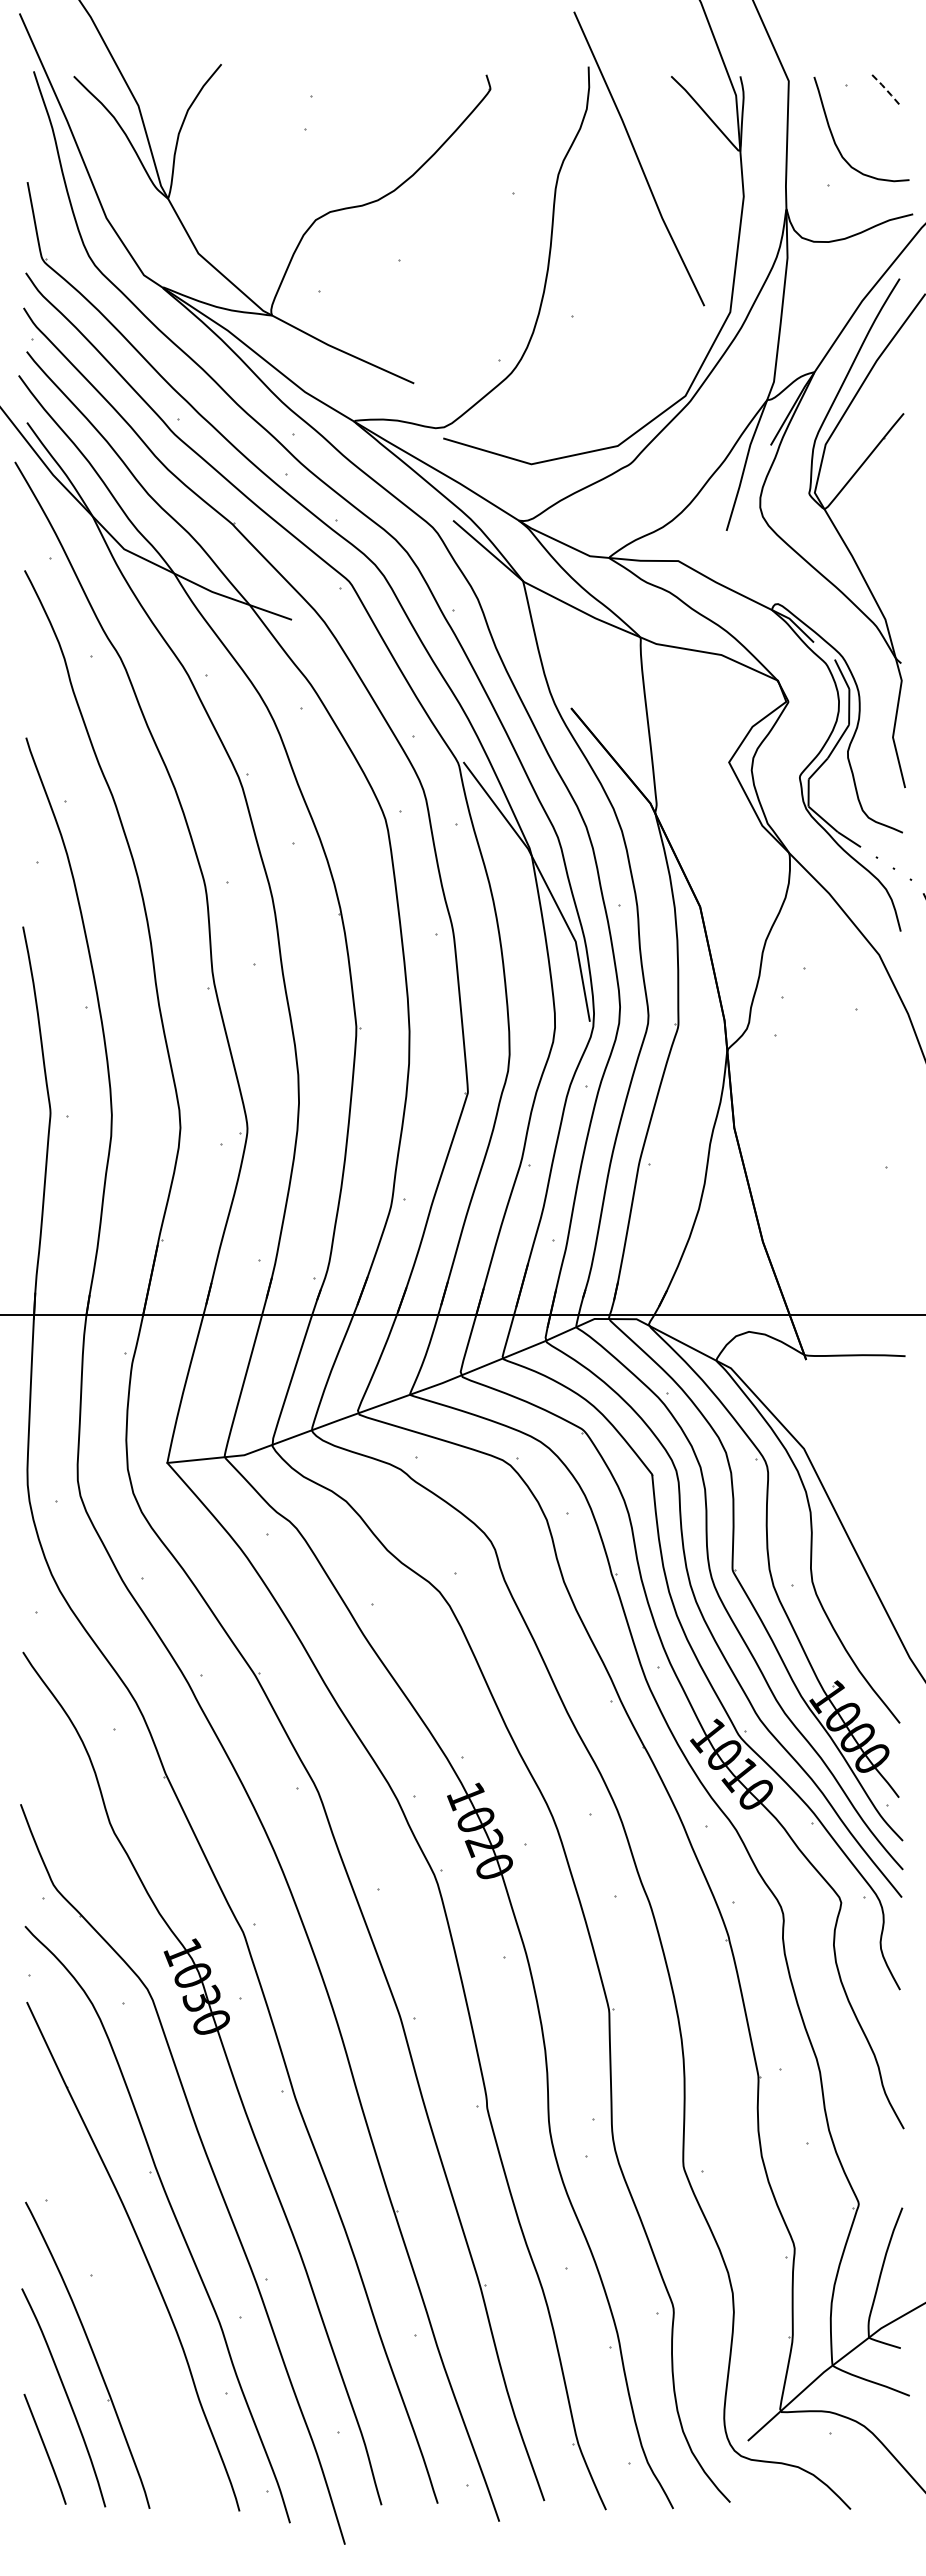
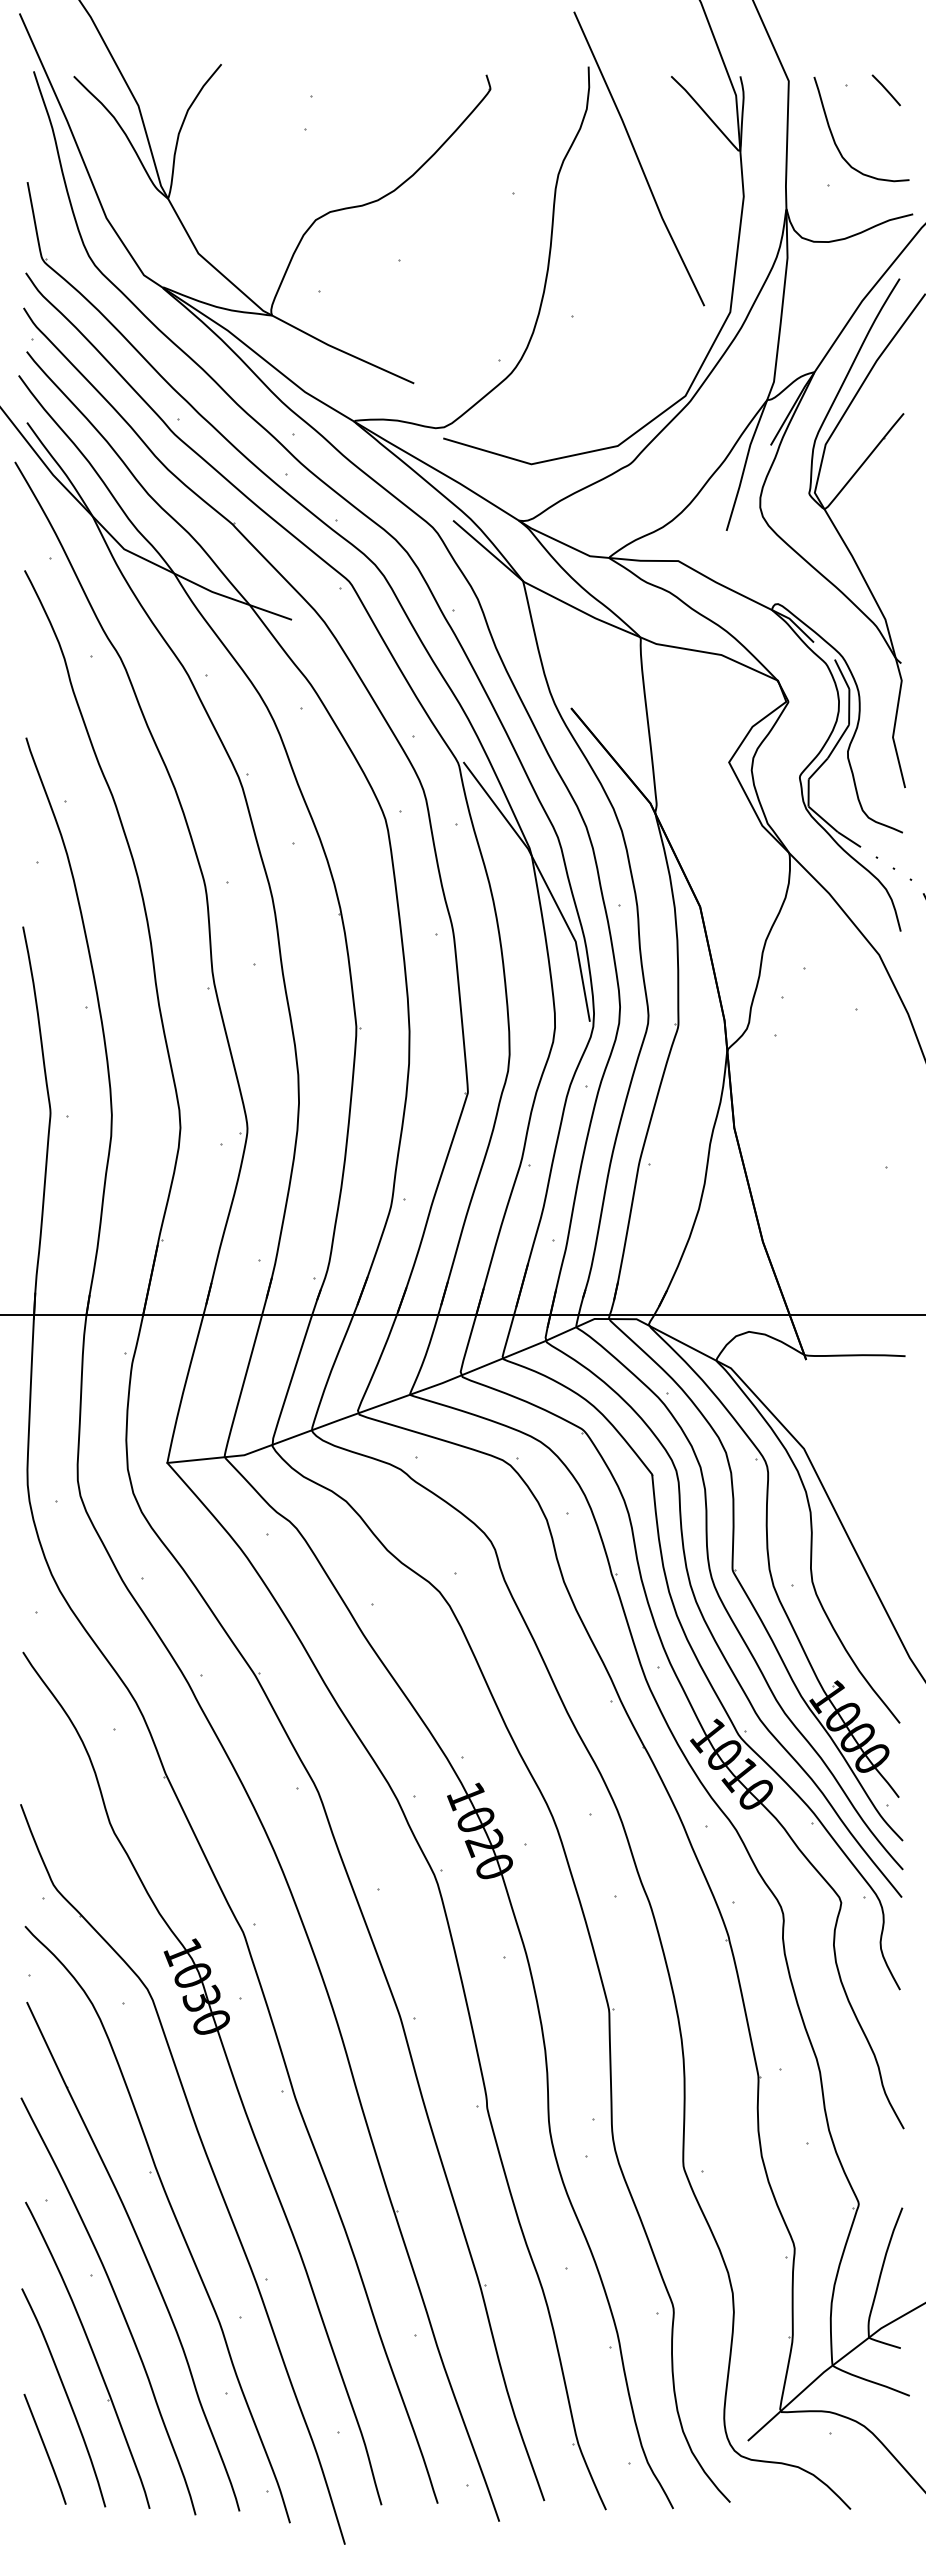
line at (886, 90): dashed -> solid
curve at (117, 2303): none -> present
